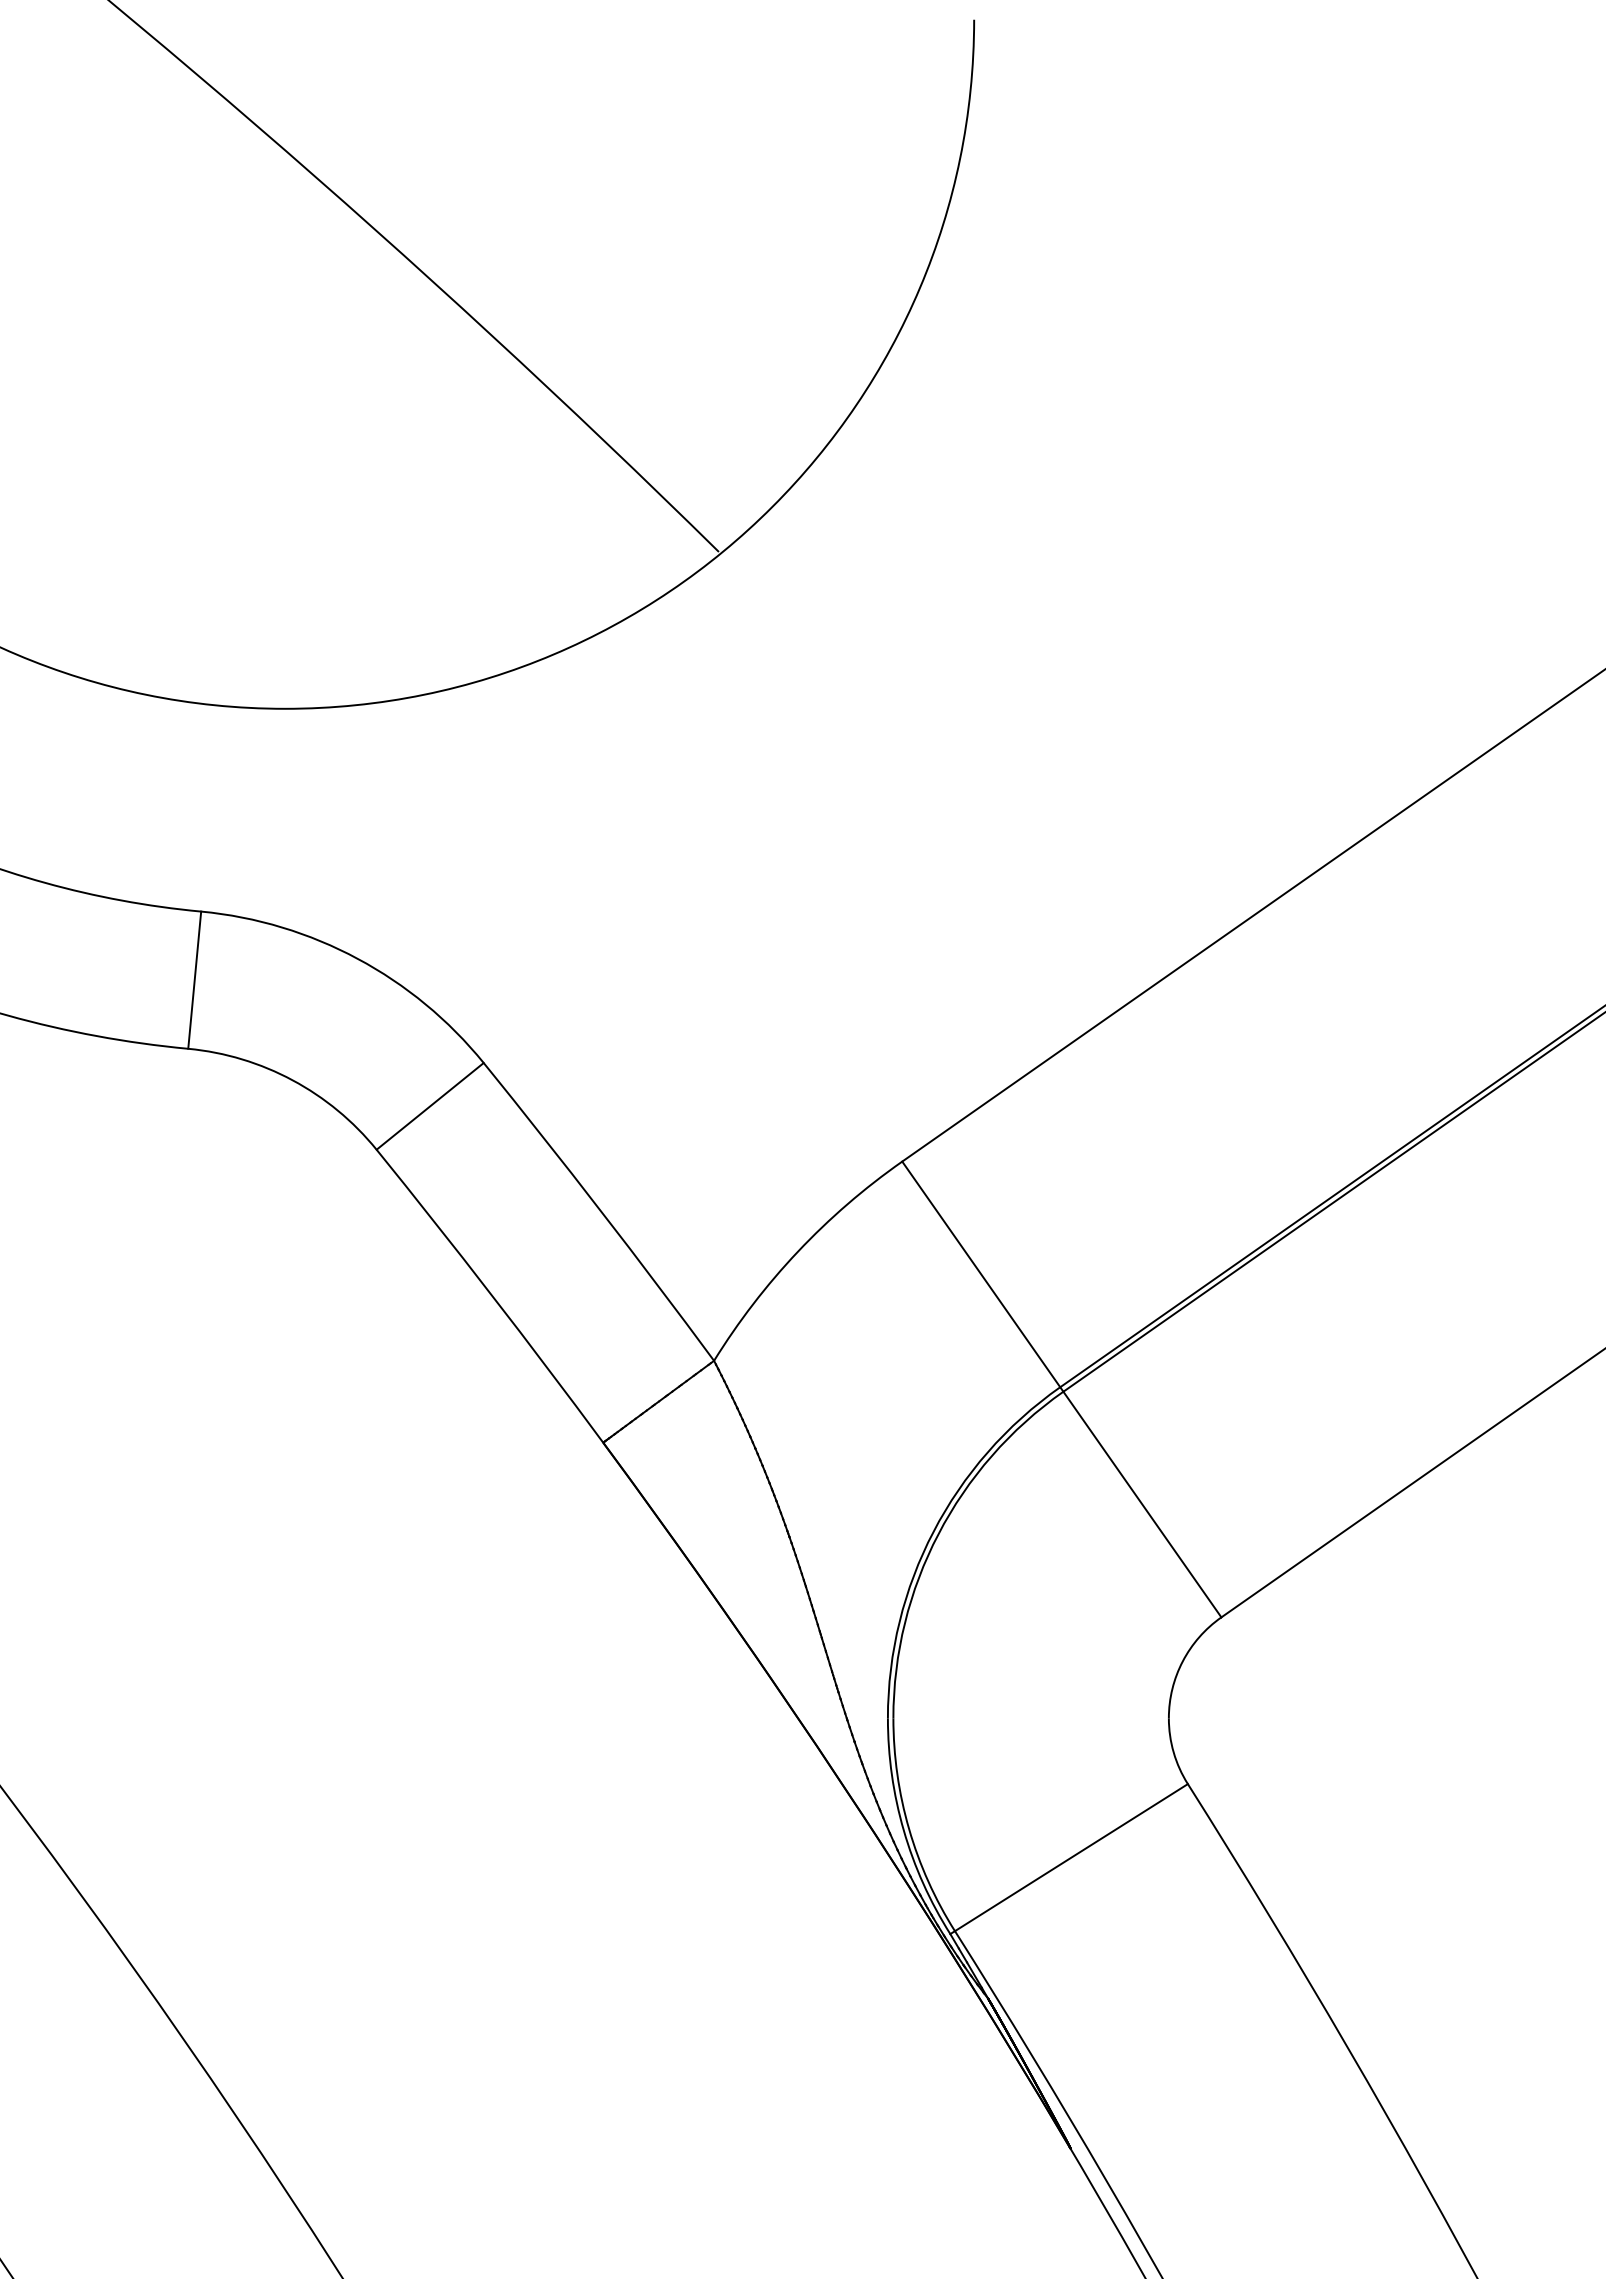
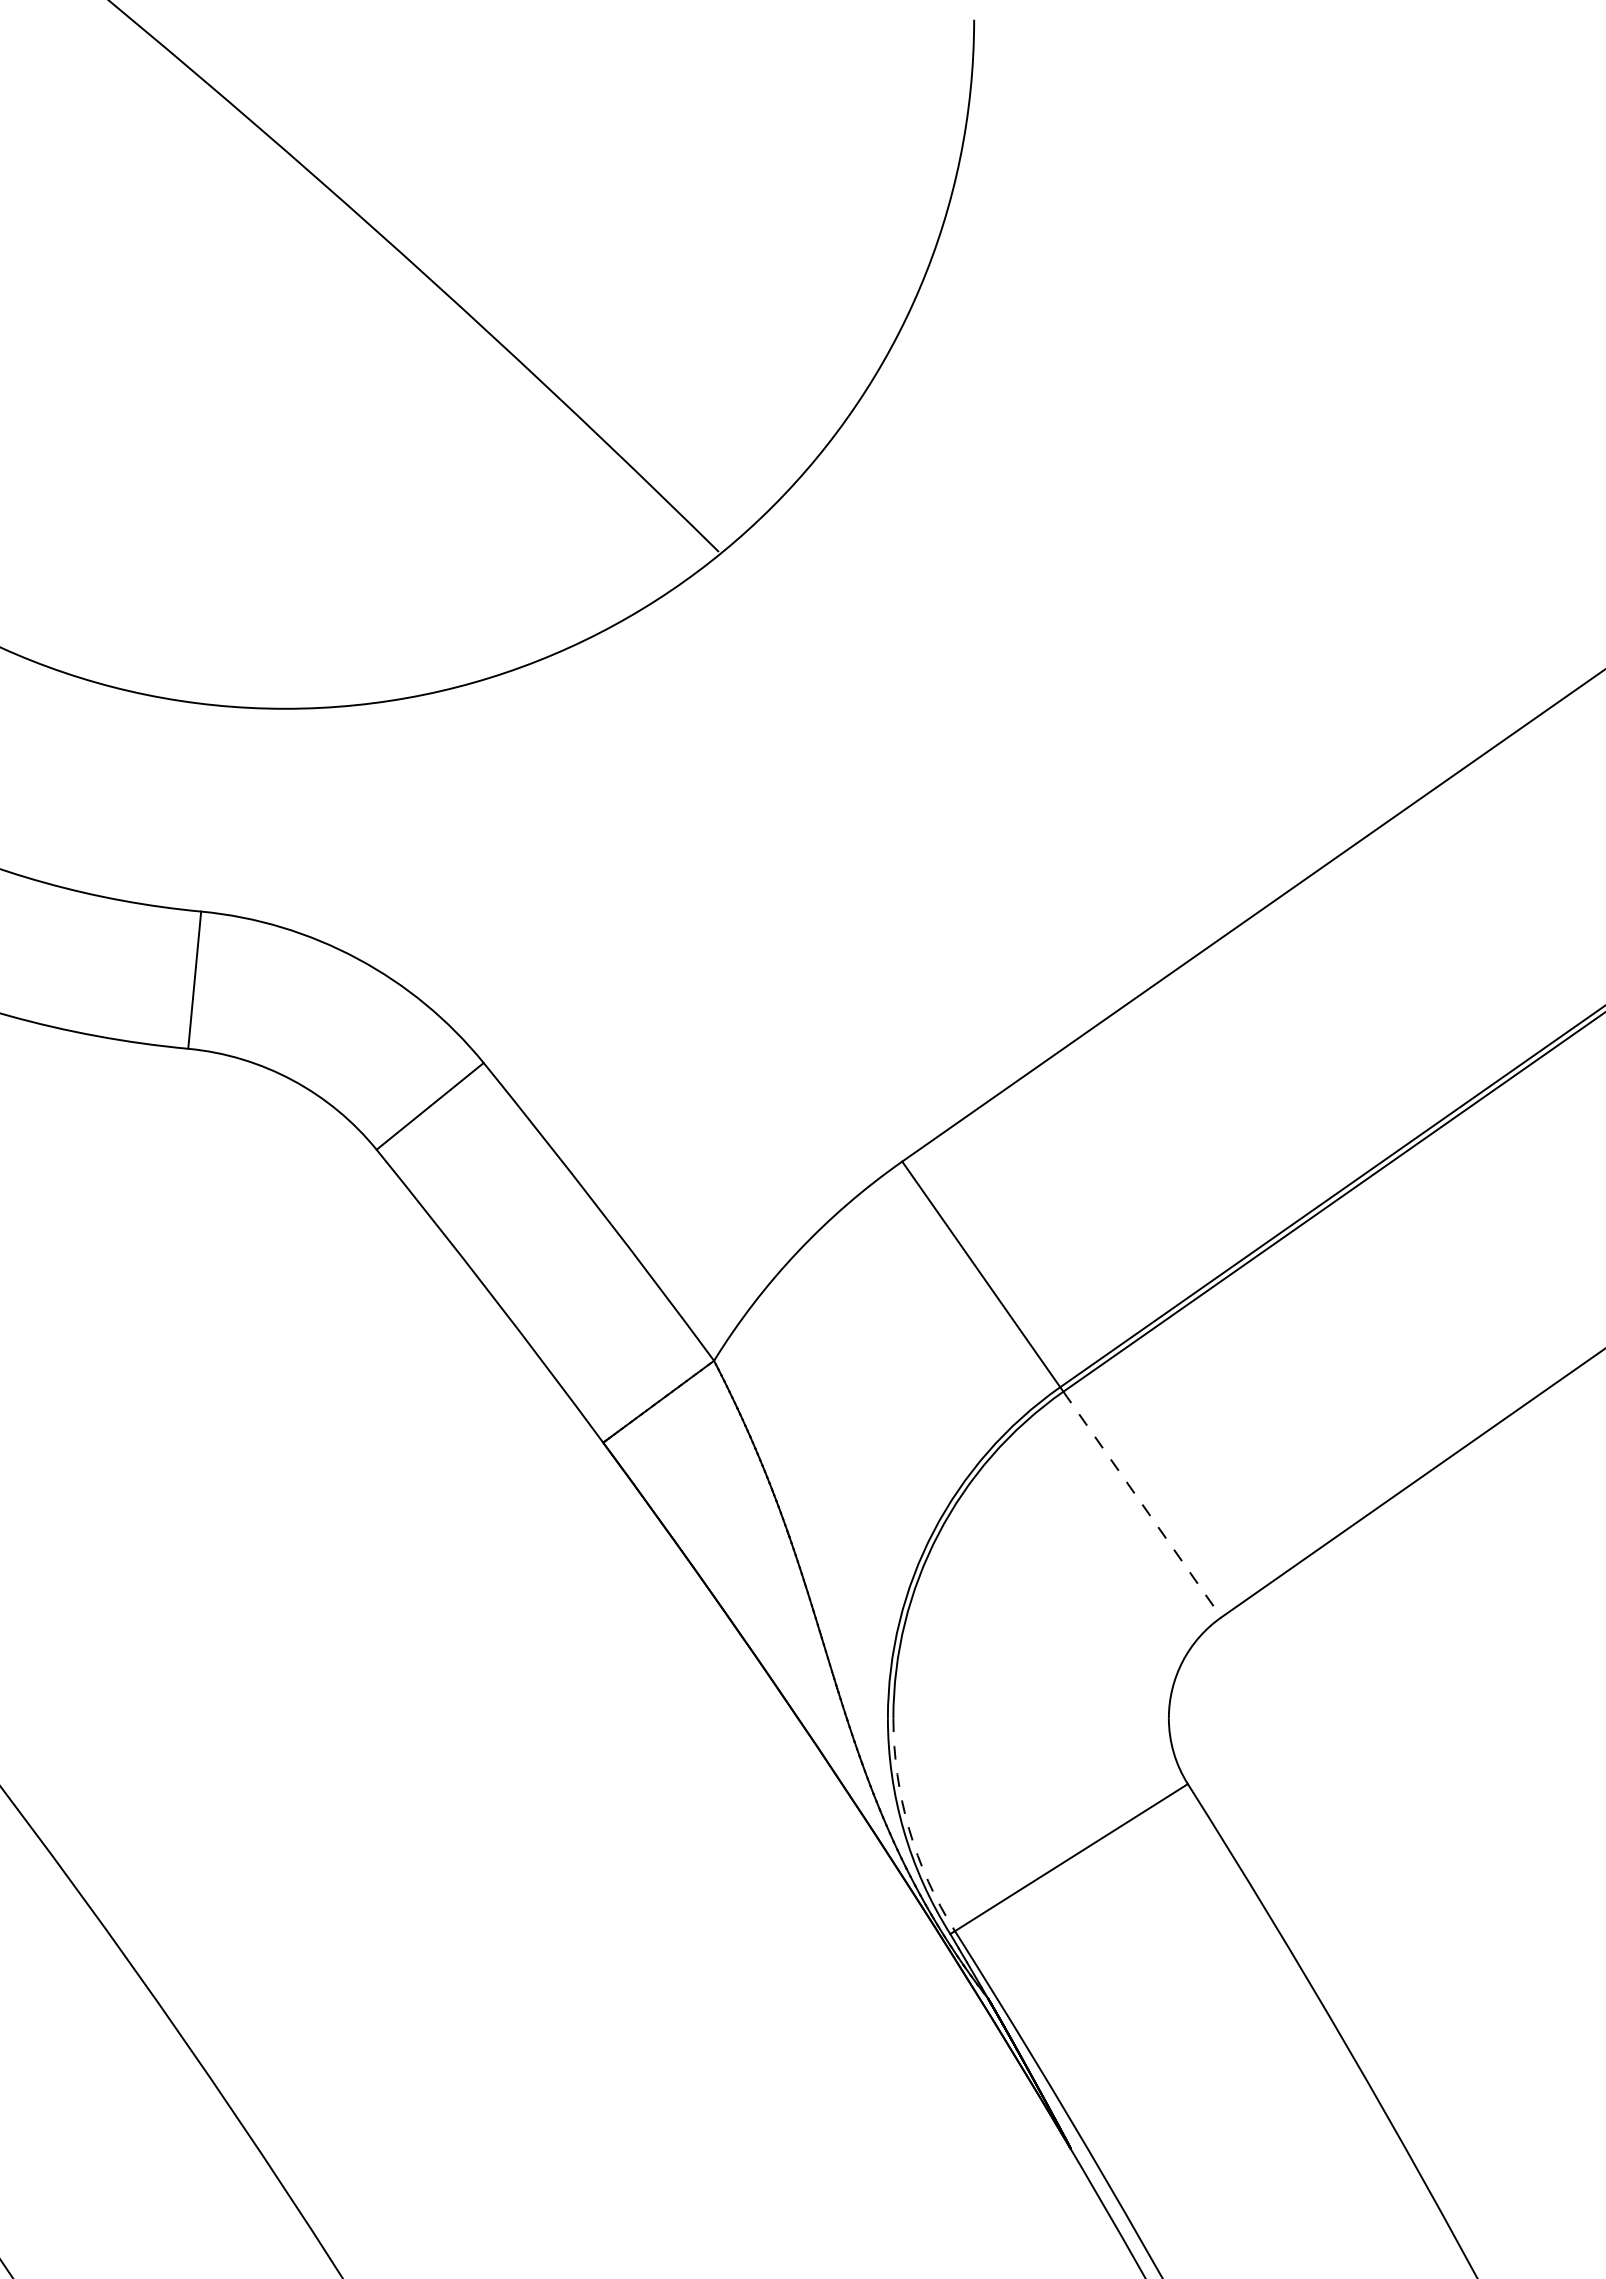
line at (1142, 1504): solid -> dashed
arc at (909, 1829): solid -> dashed
